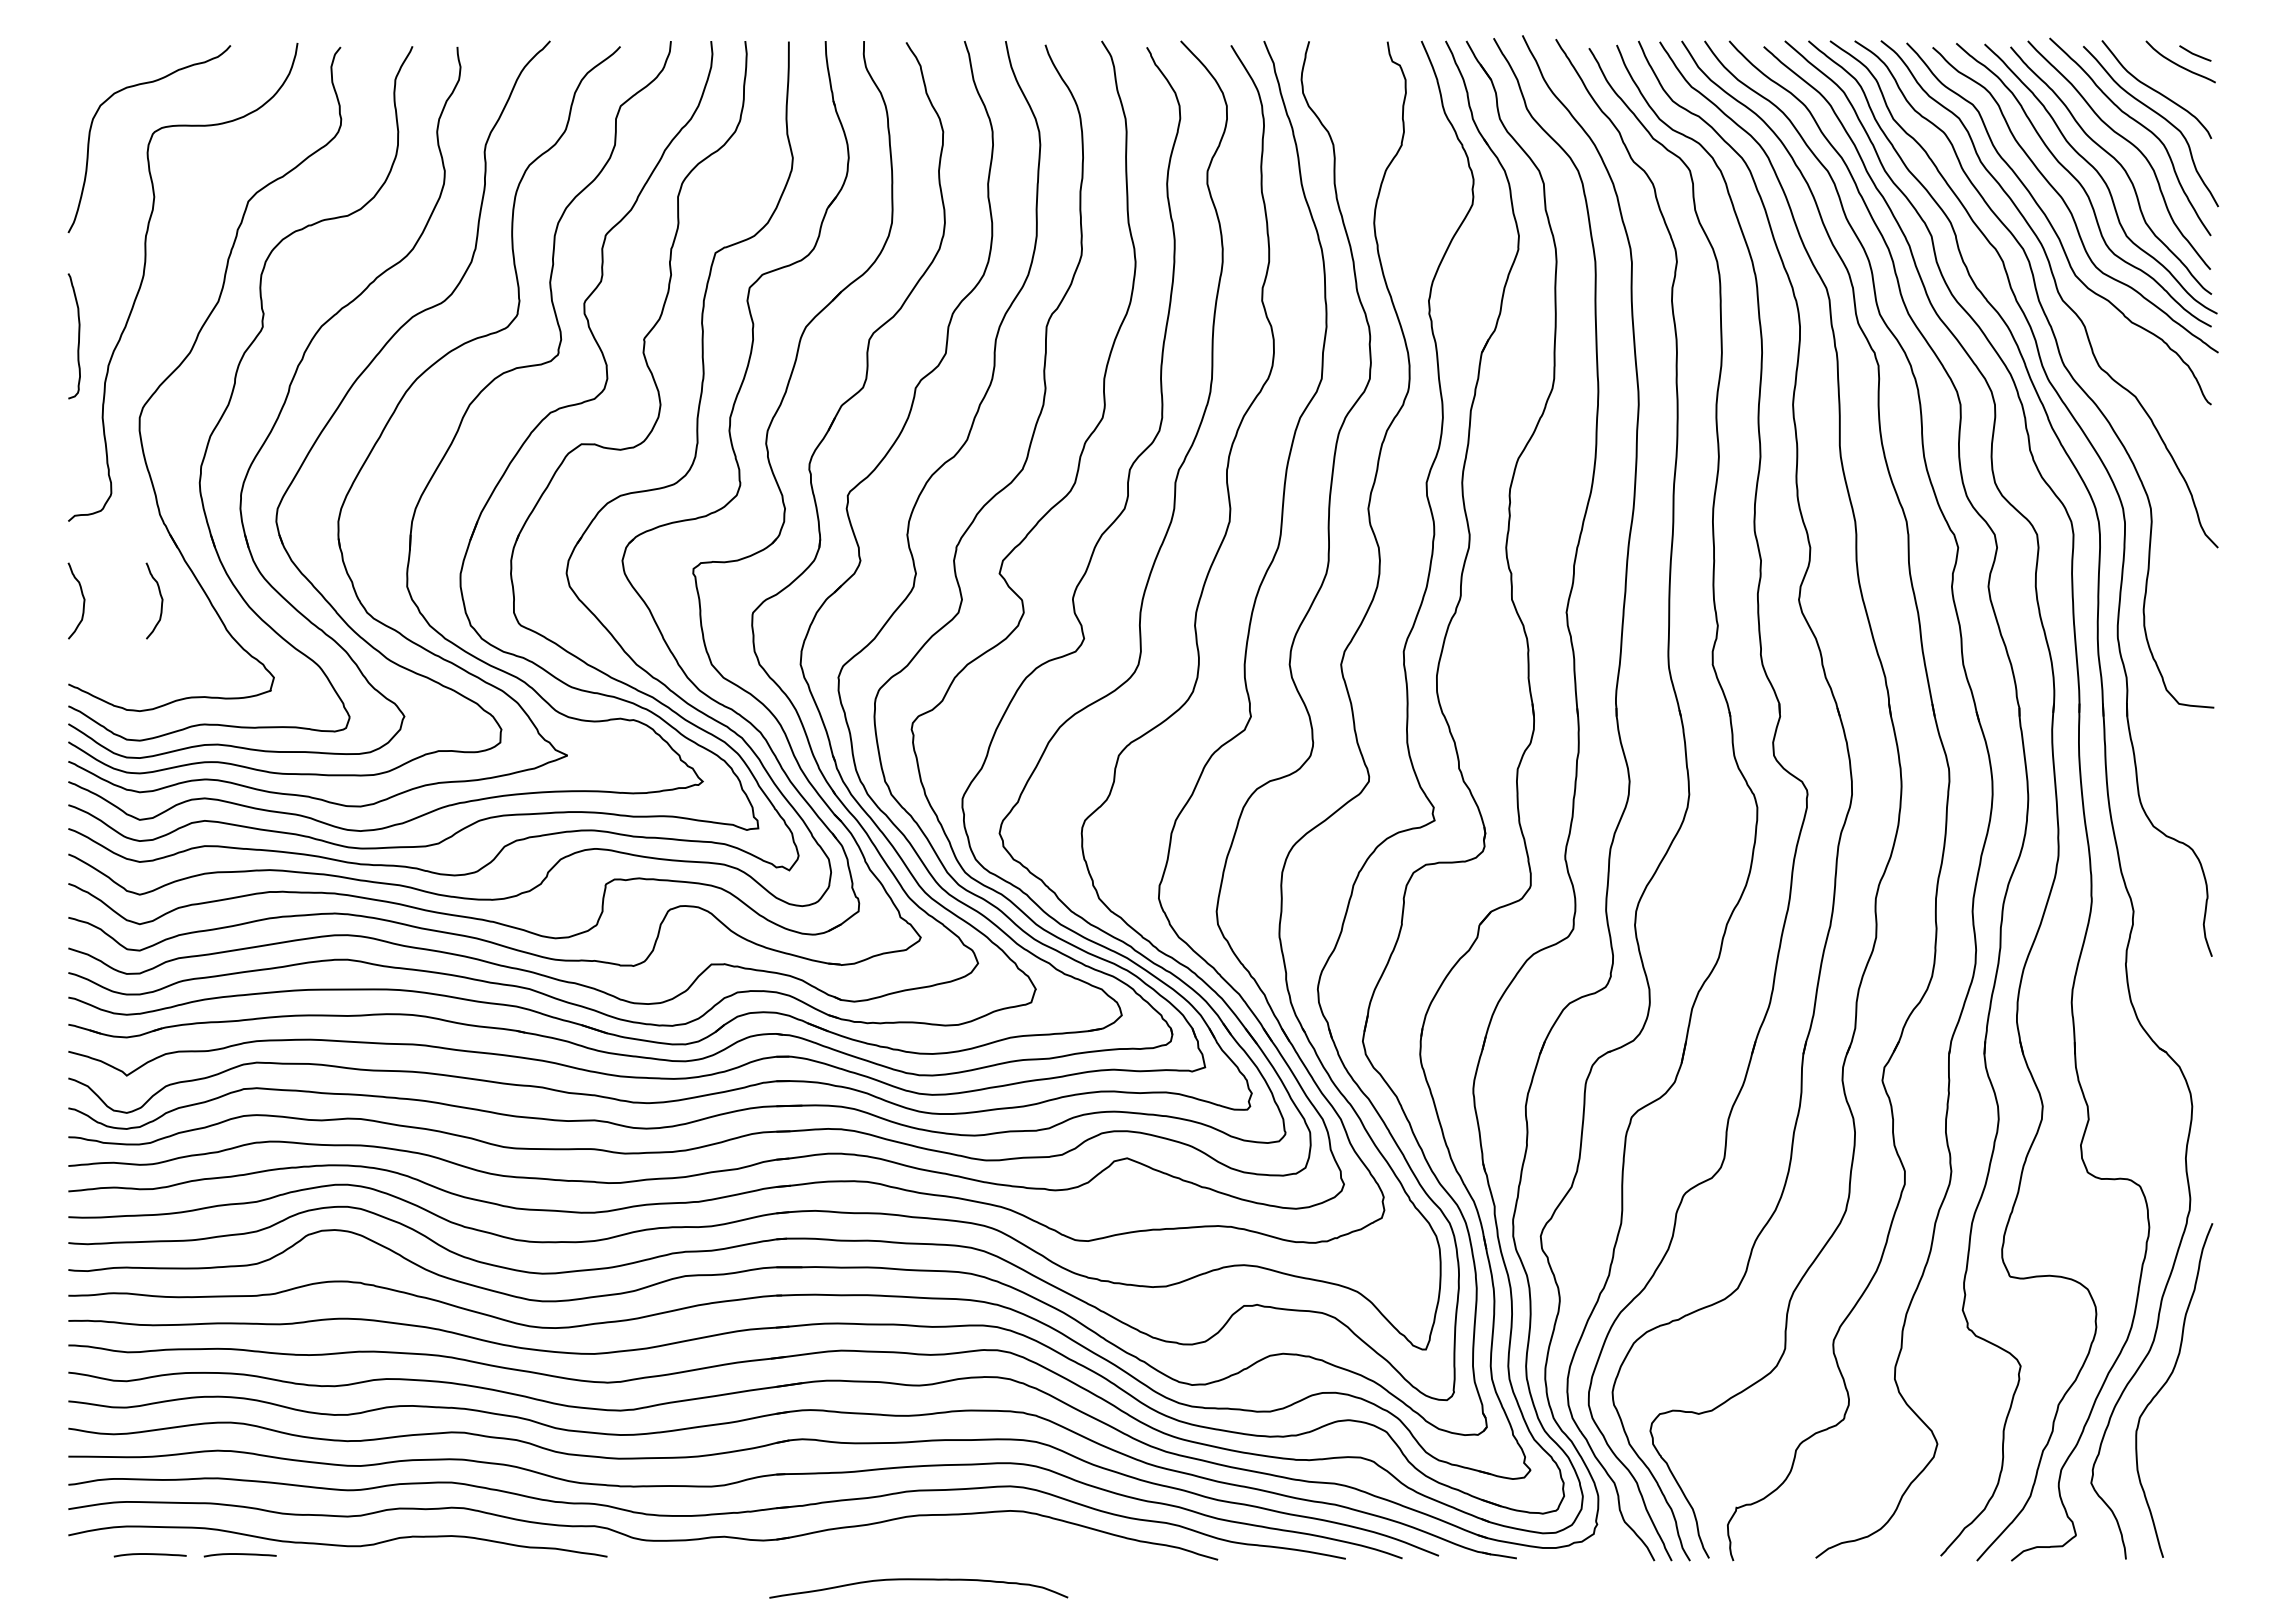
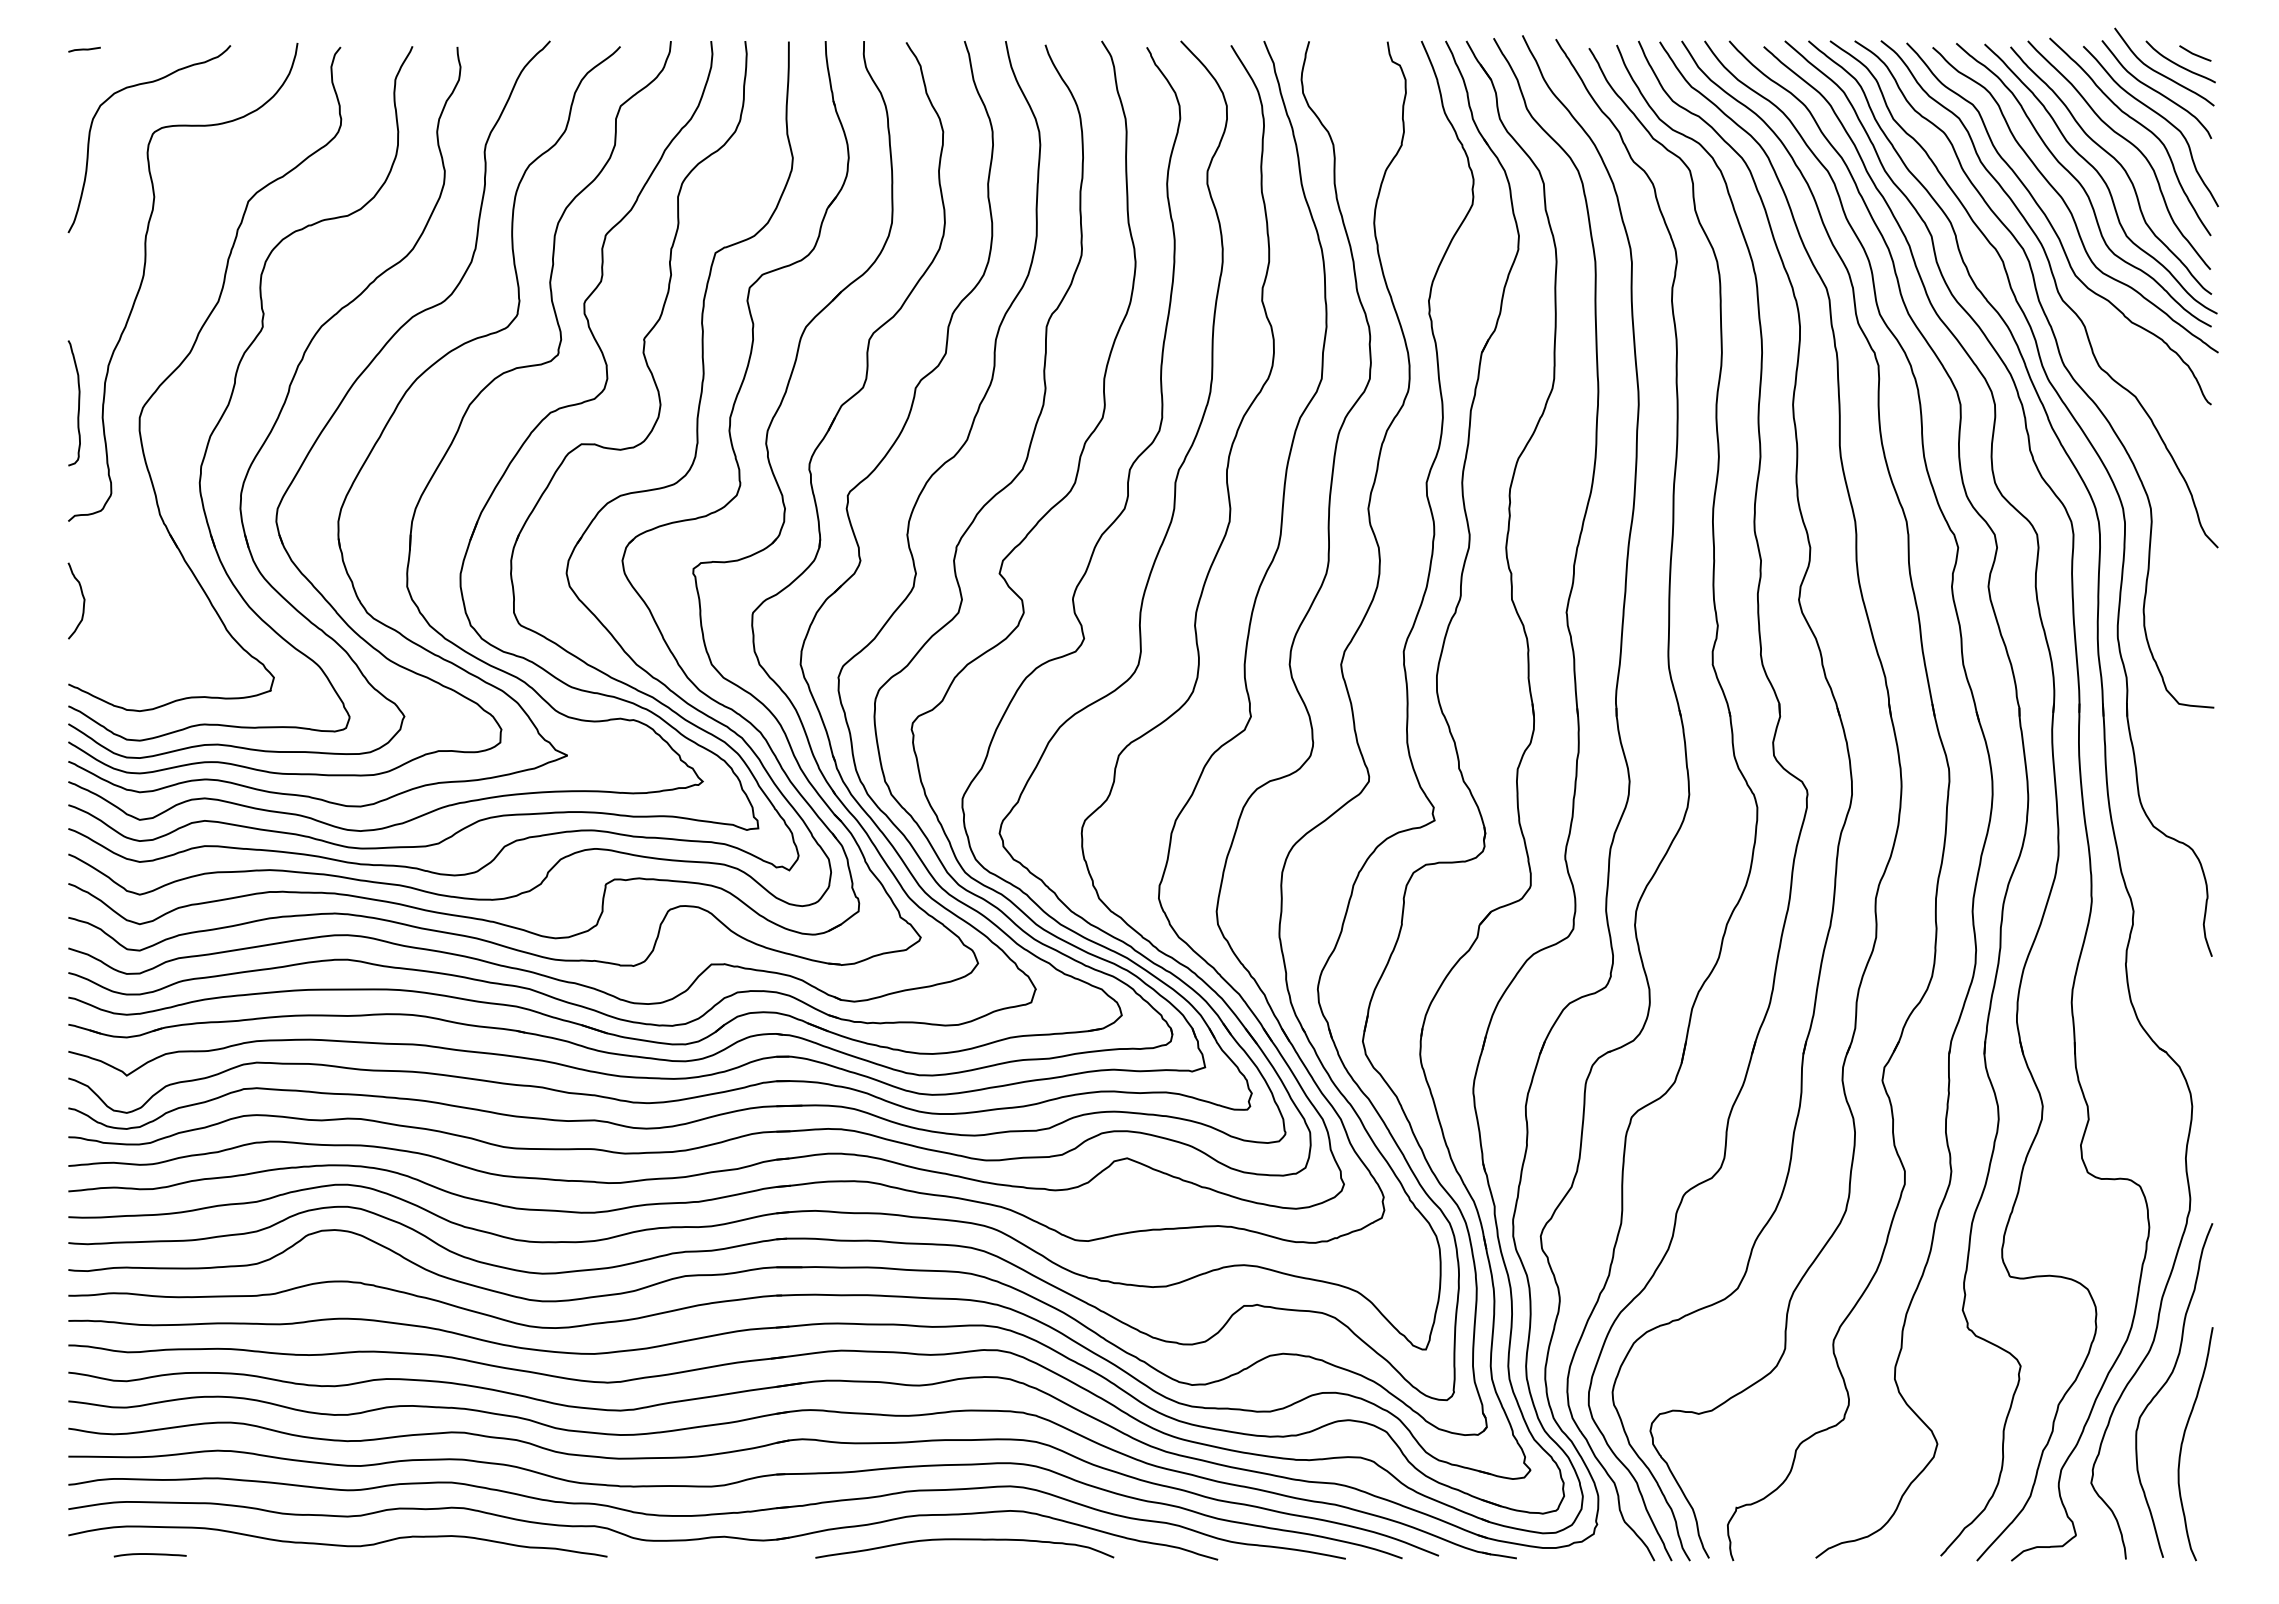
line at (84, 49): none -> present
curve at (2161, 73): none -> present
curve at (78, 336) position: (78, 336) -> (78, 403)
curve at (160, 597): present -> none
curve at (2183, 1442): none -> present
curve at (239, 1554): present -> none
curve at (918, 1580) position: (918, 1580) -> (964, 1540)
